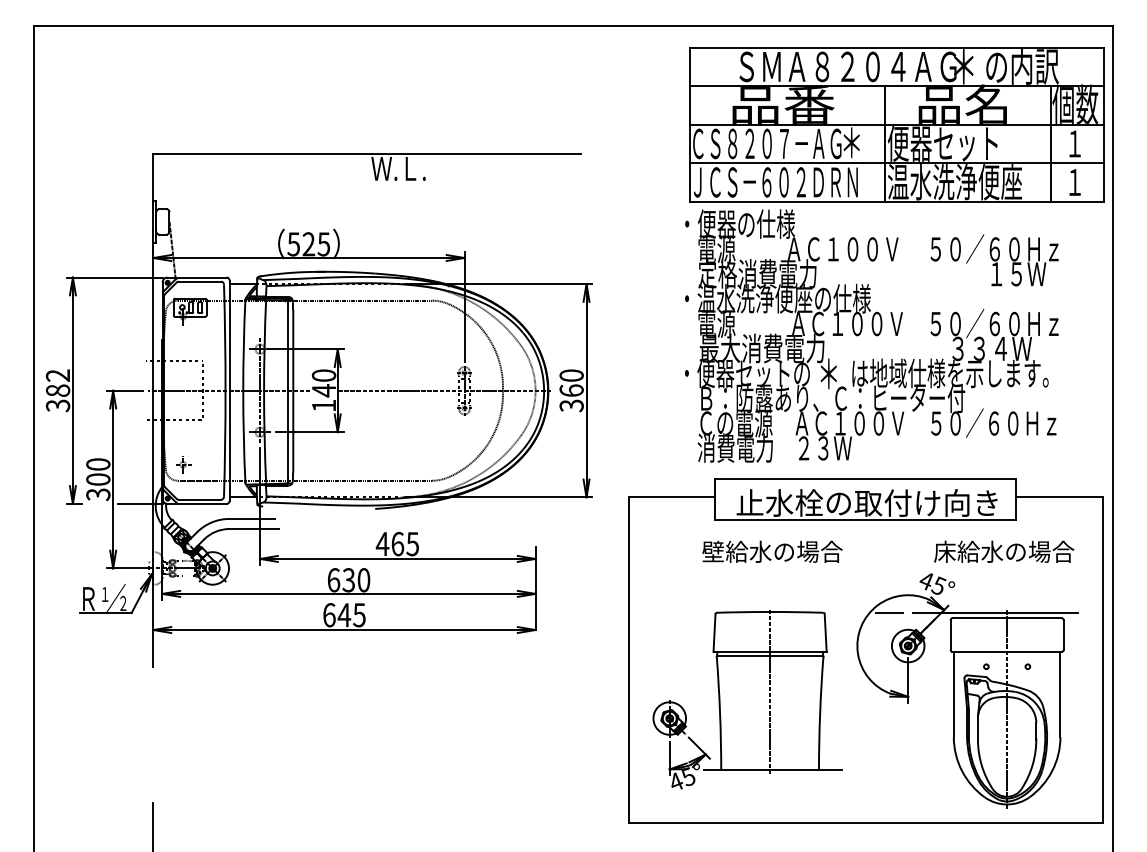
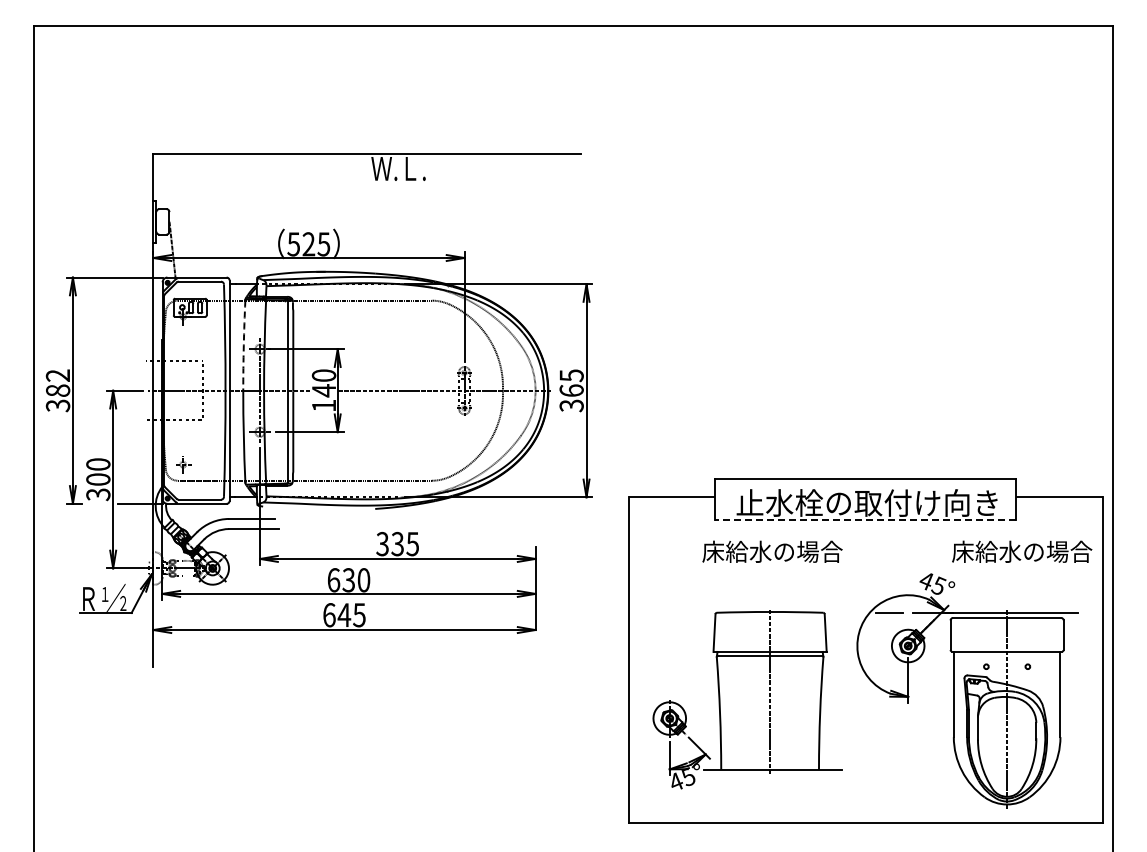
part at (894, 254): present -> none
arc at (243, 345): solid -> dashed
text at (571, 375): 360 -> 365
line at (865, 520): solid -> dashed
text at (389, 543): 465 -> 335
text at (713, 551): 壁給水の場合 -> 床給水の場合
text at (1004, 551) position: (1004, 551) -> (1022, 551)
line at (153, 825): present -> none
